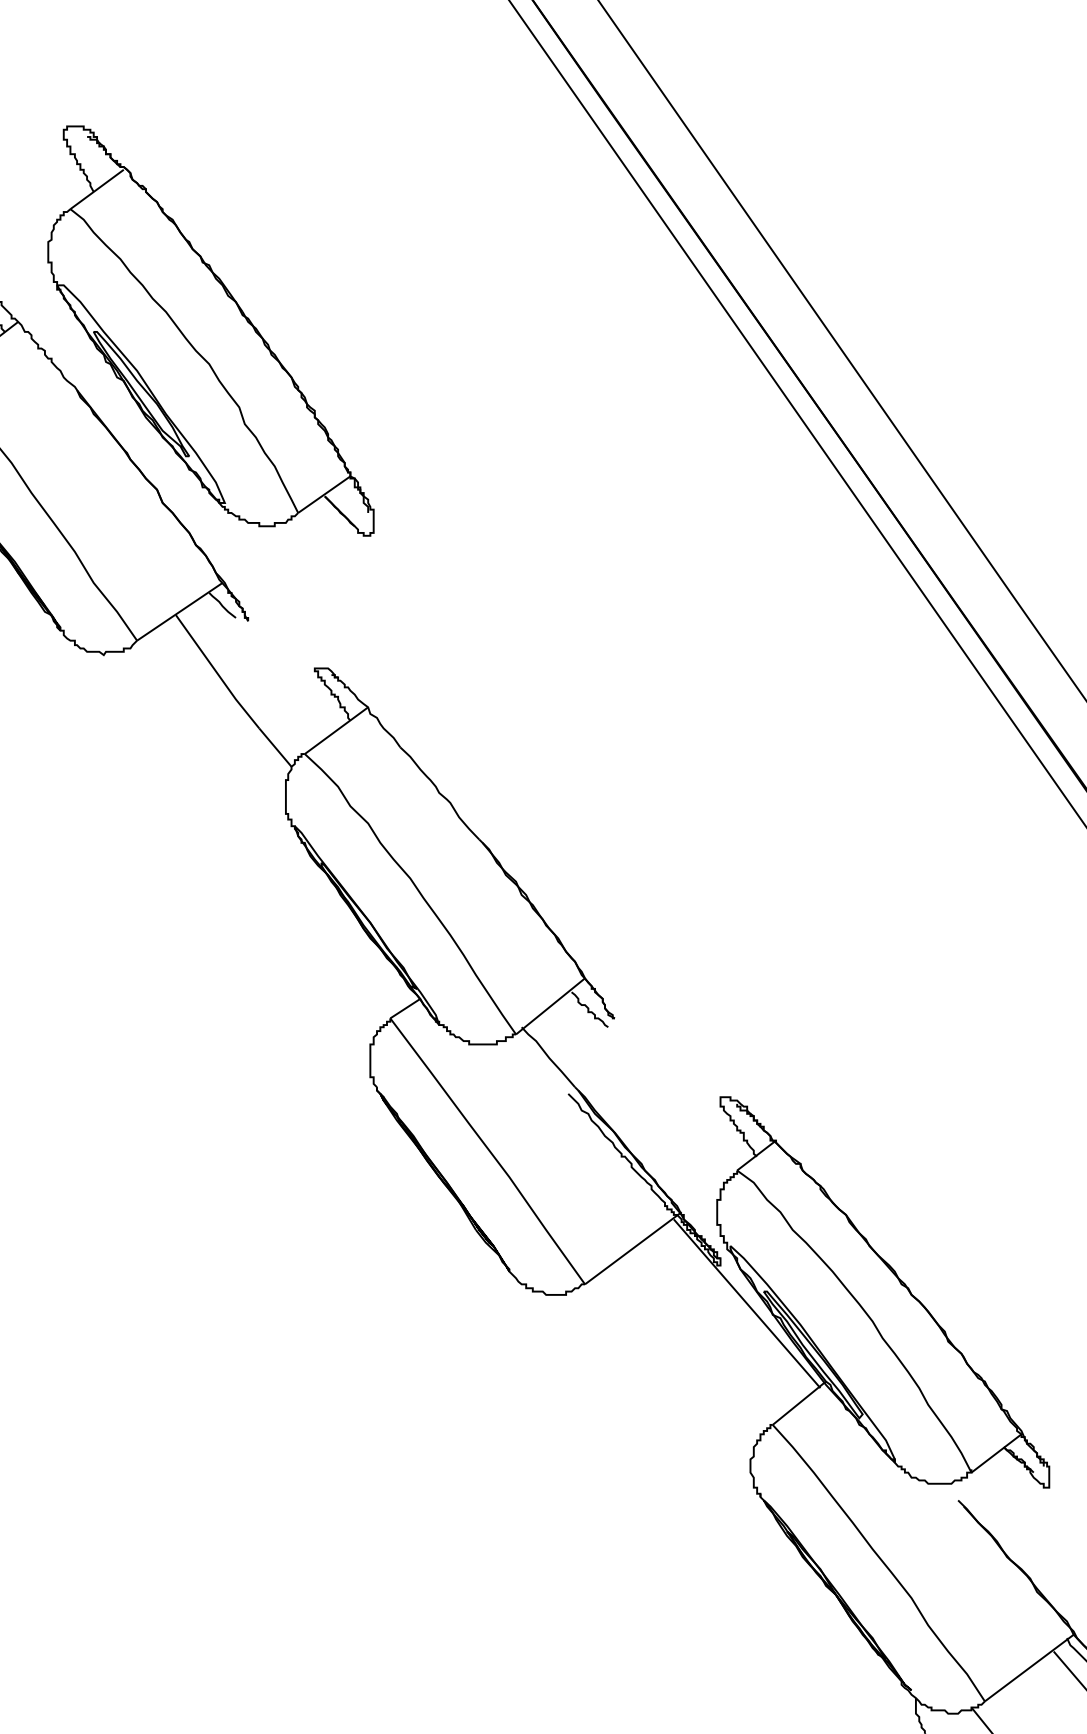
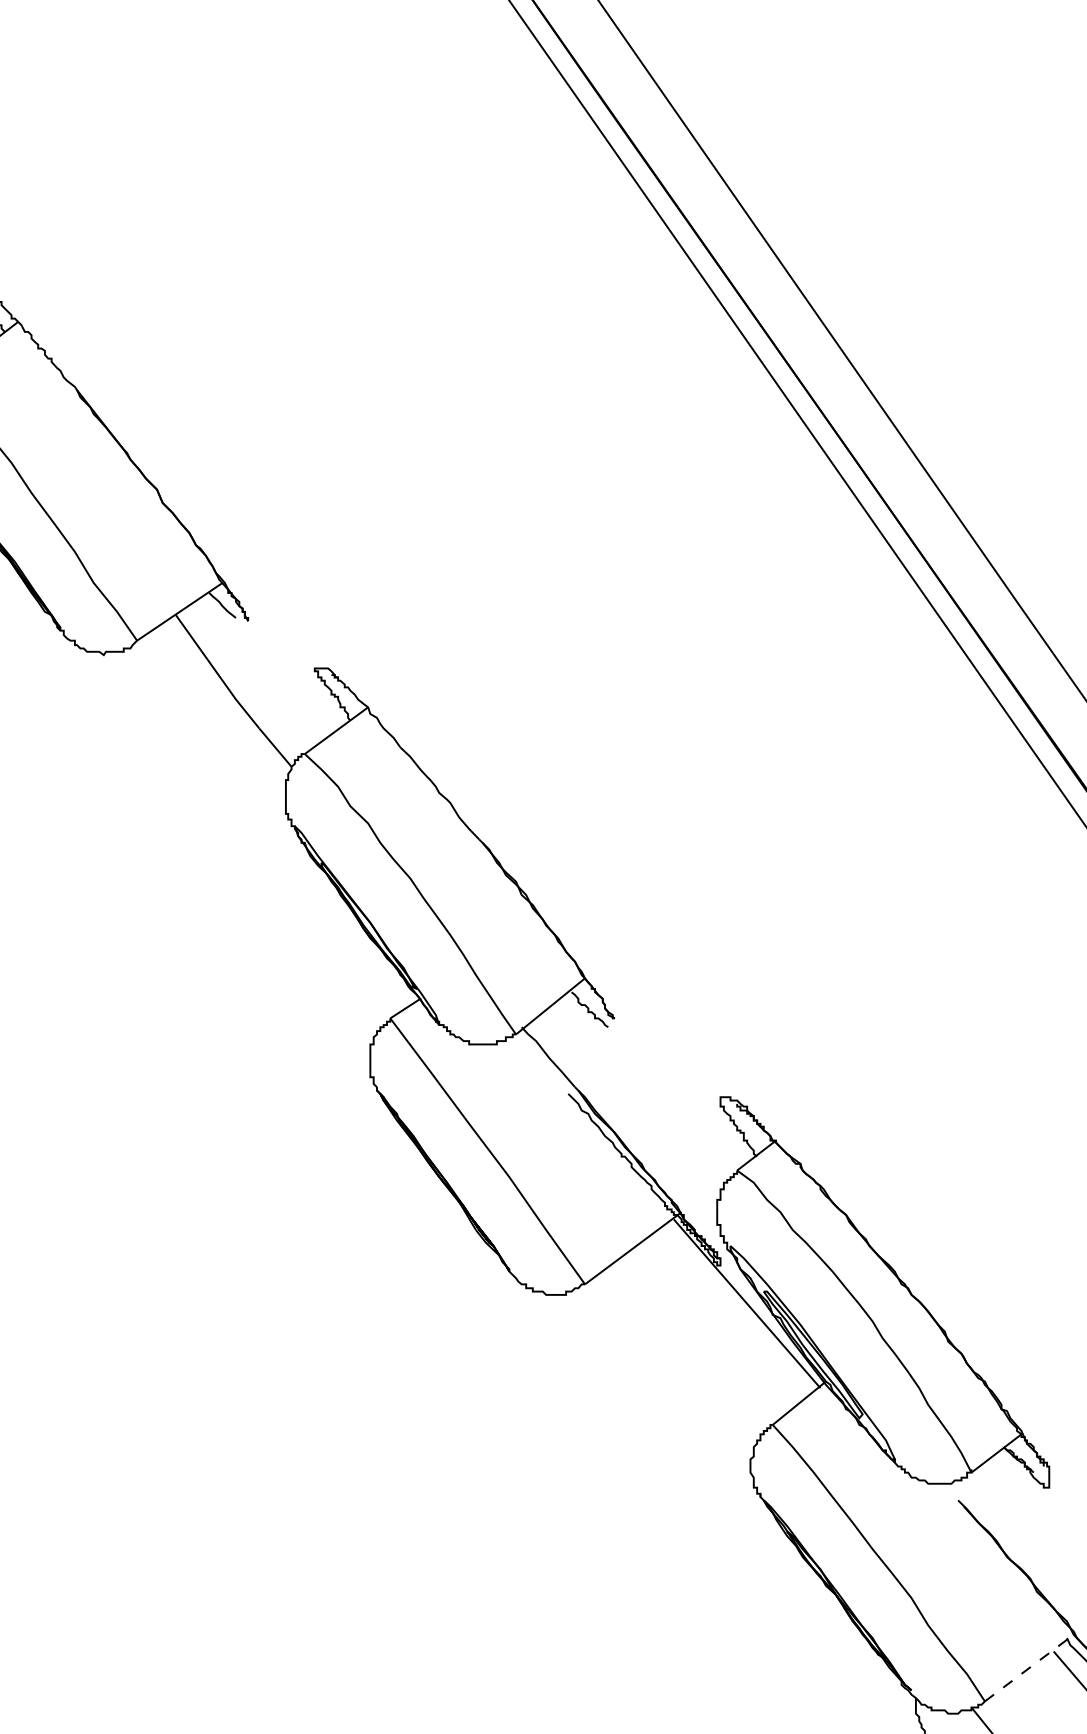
part at (210, 330): present -> none
line at (1029, 1668): solid -> dashed
